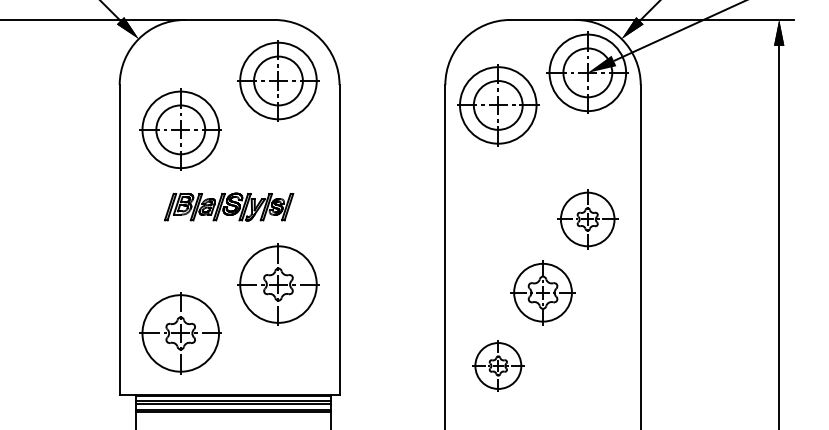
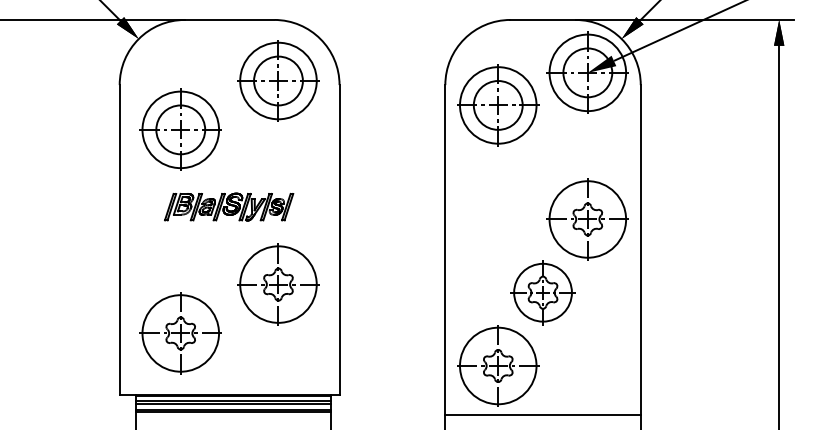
part at (587, 219) size: 62x61 px -> 83x83 px
part at (498, 365) size: 53x52 px -> 83x82 px
line at (542, 414): none -> present
